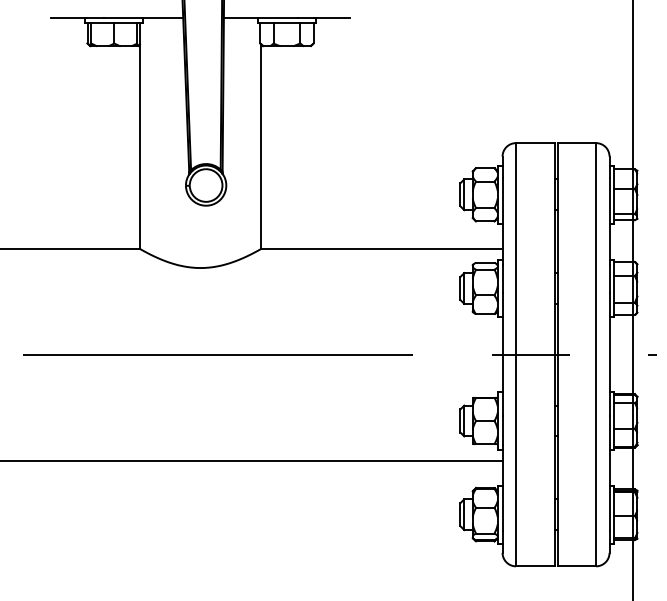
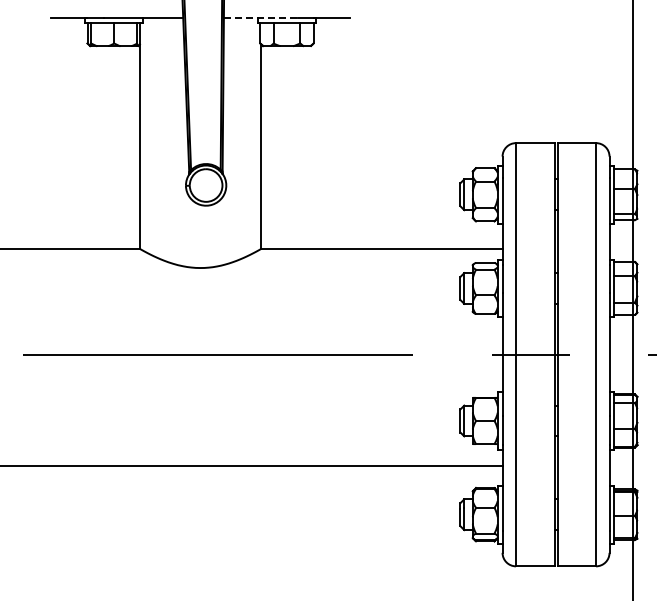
line at (260, 18): solid -> dashed
line at (252, 460) position: (252, 460) -> (252, 465)
